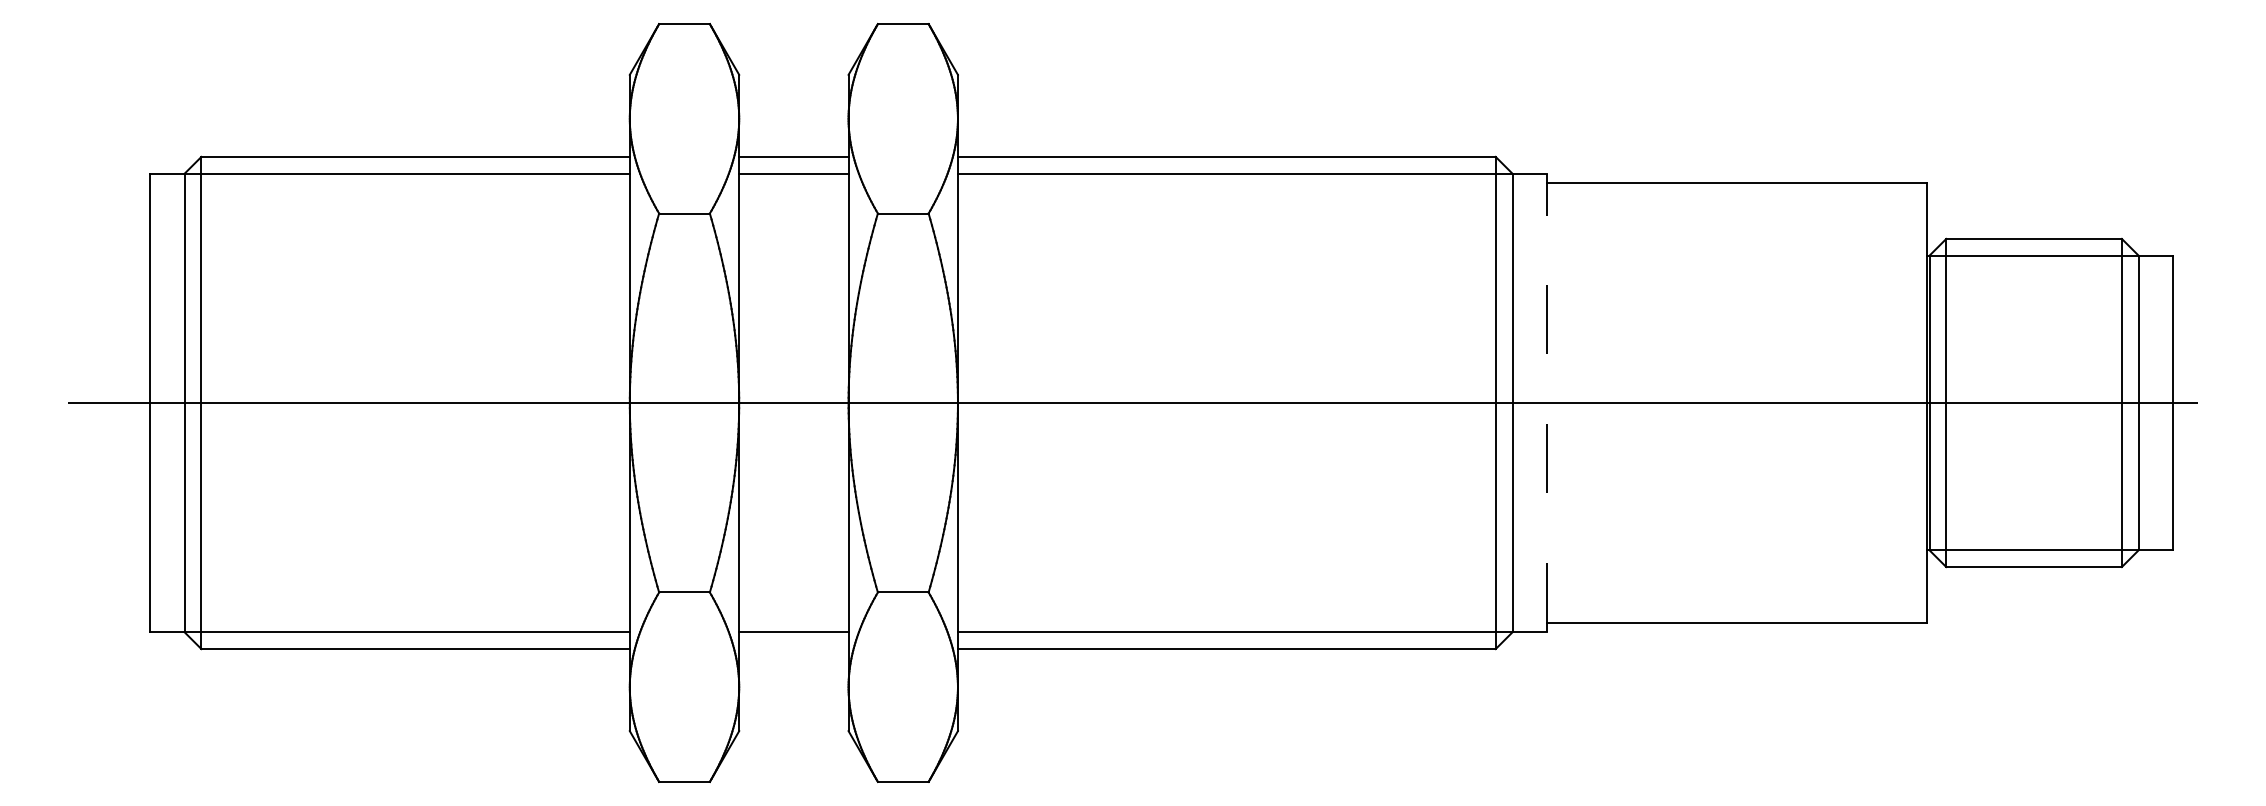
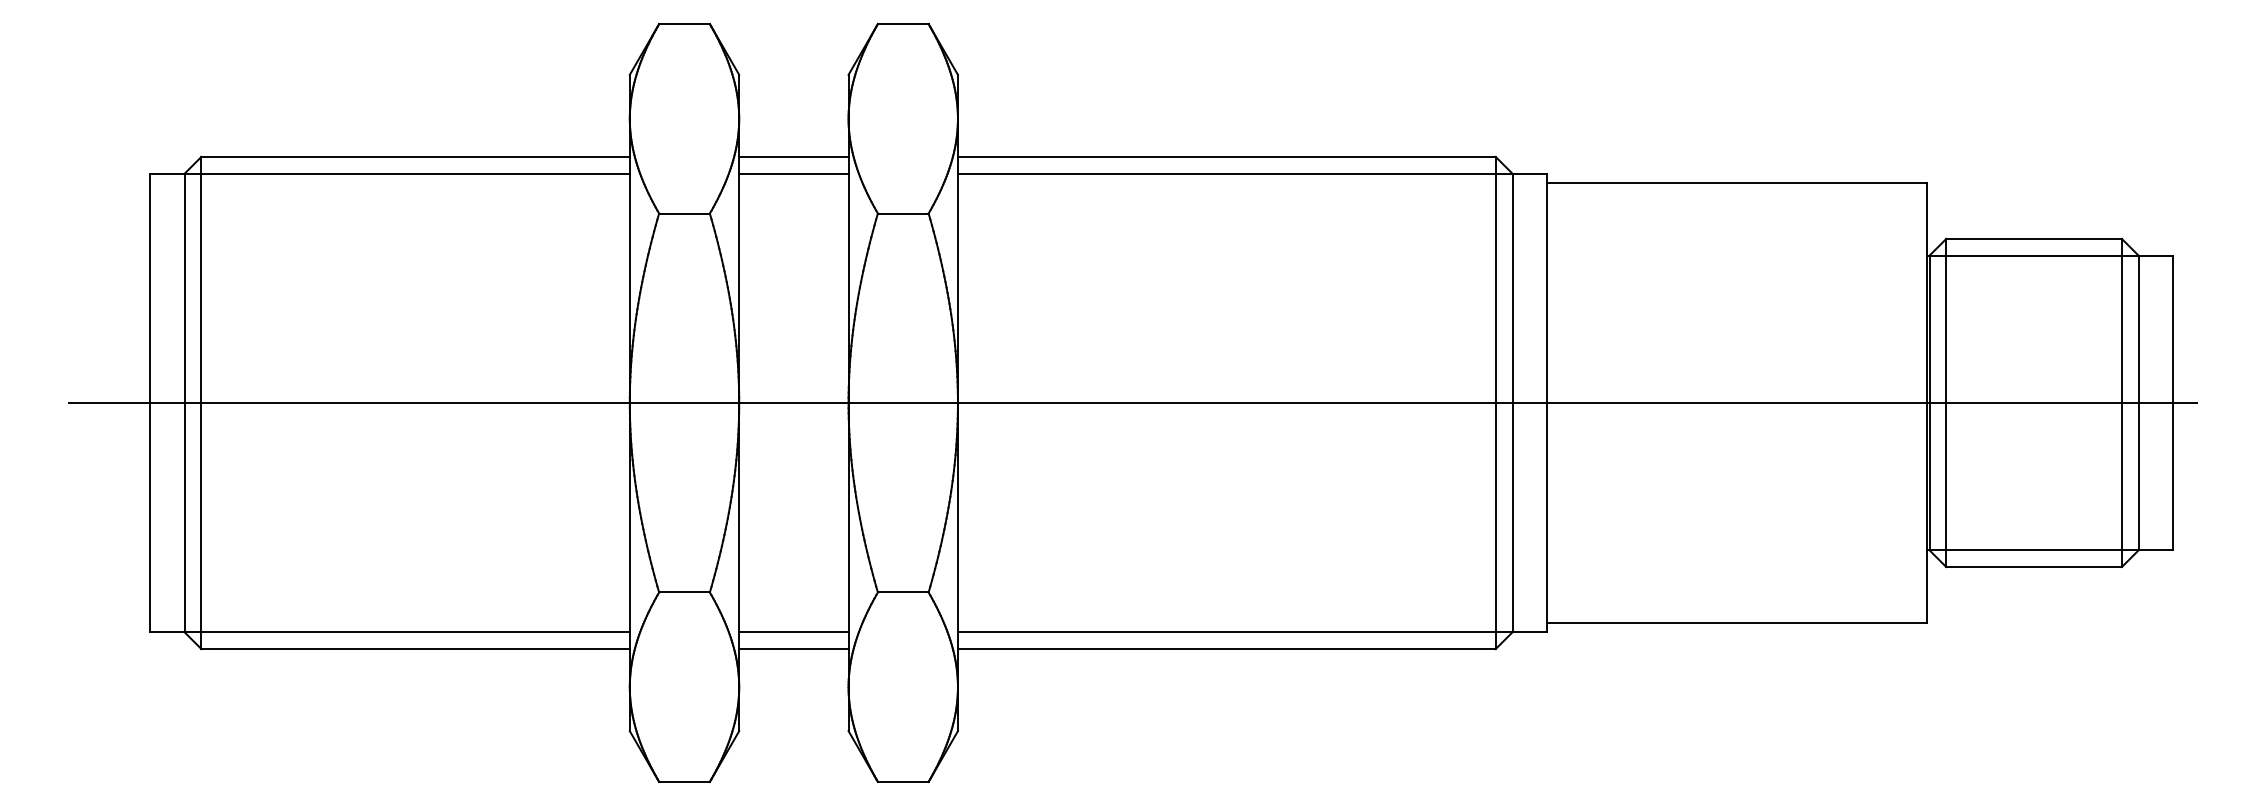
line at (1547, 402): dashed -> solid
line at (793, 649): none -> present
